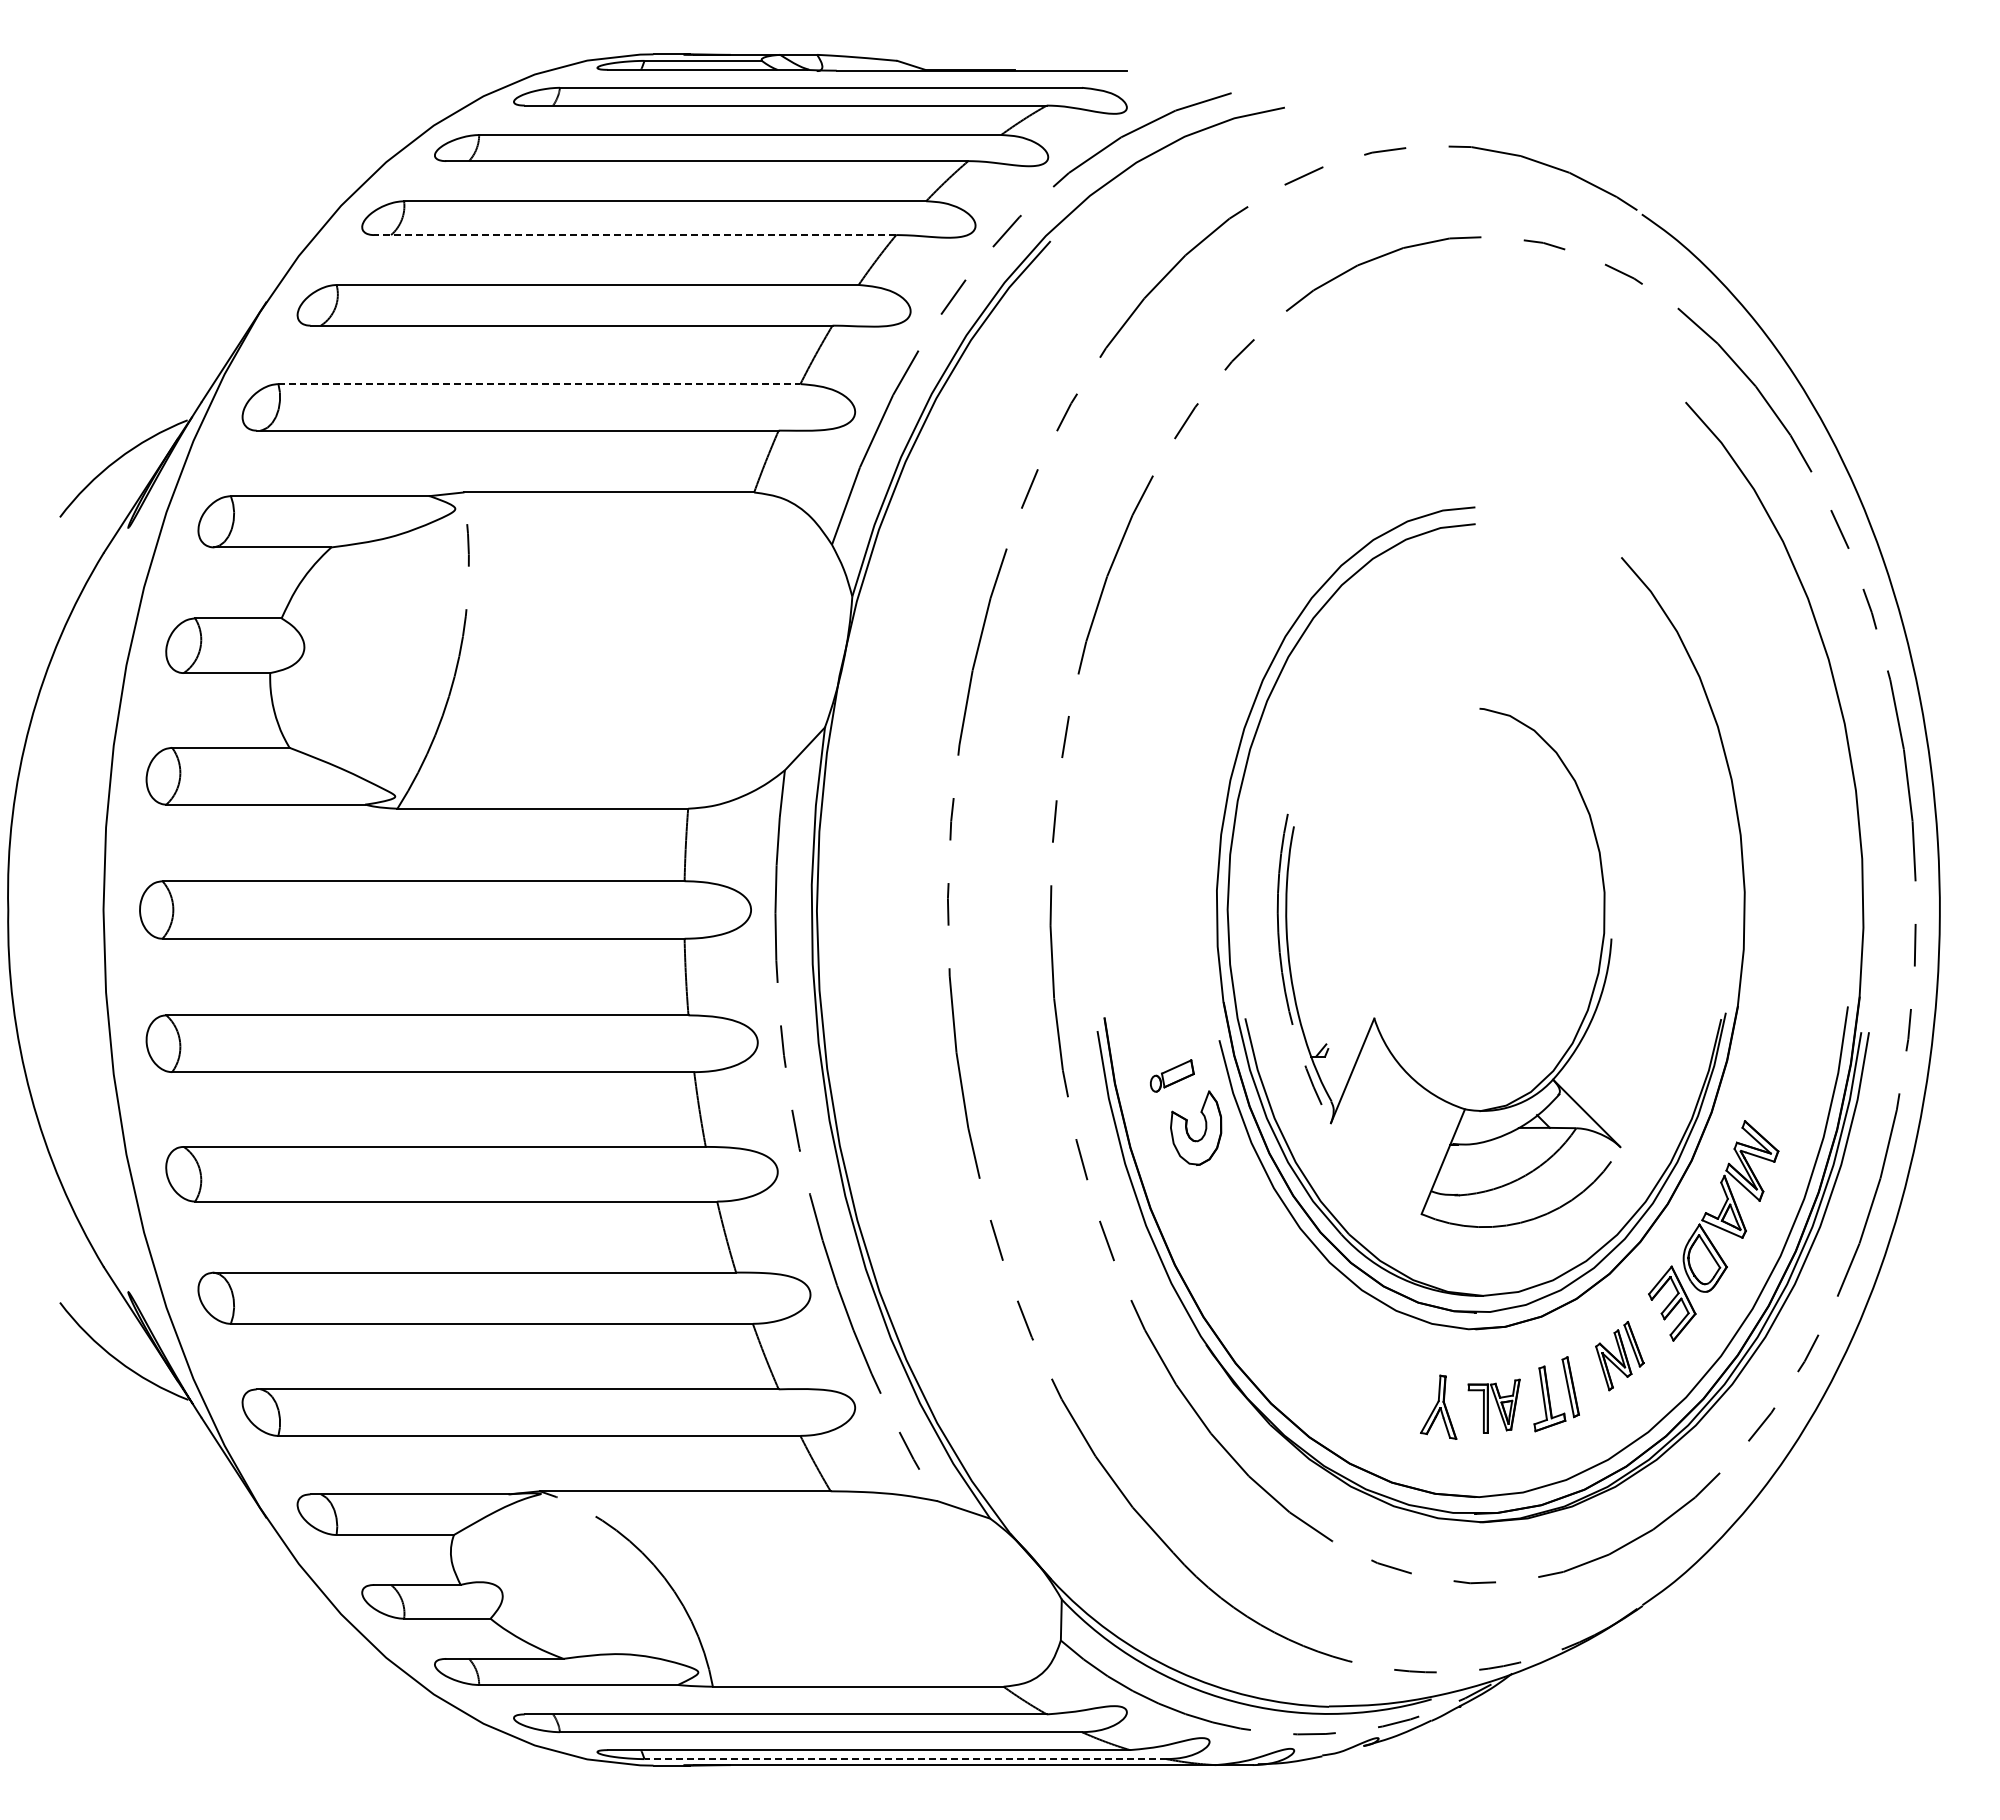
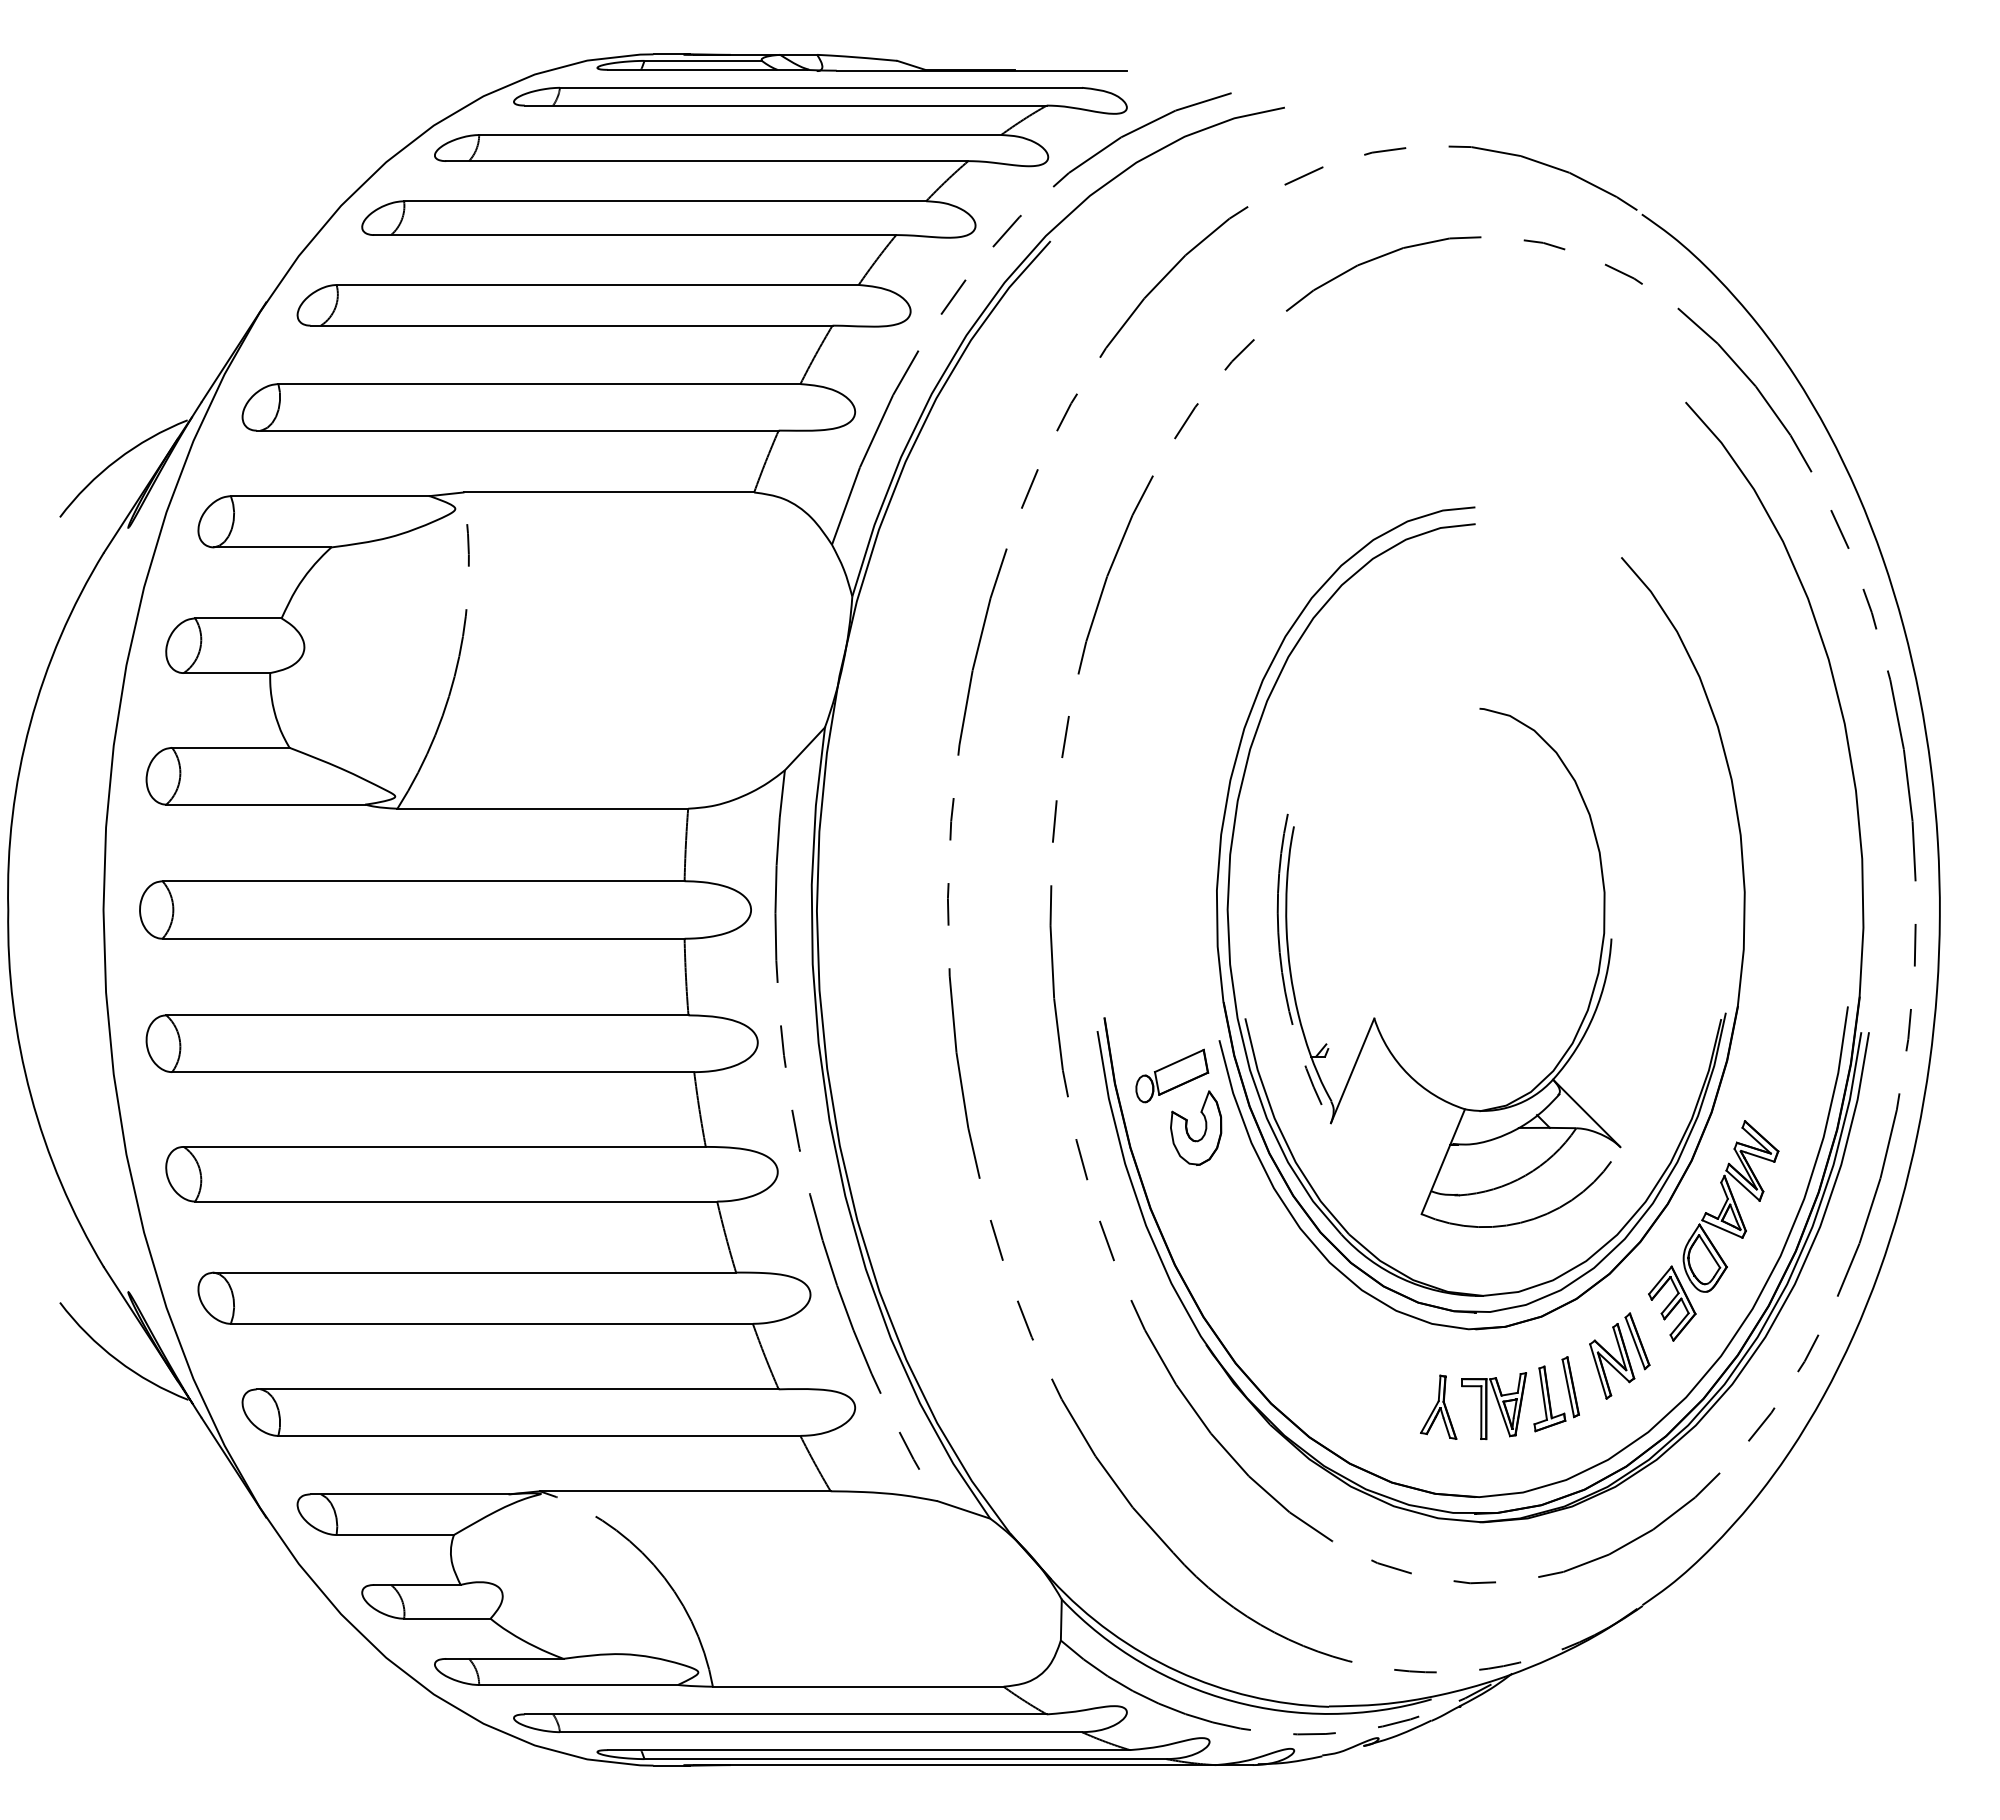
line at (634, 235): dashed -> solid
line at (539, 384): dashed -> solid
part at (1172, 1075) size: 45x34 px -> 75x56 px
part at (1619, 1356) size: 50x71 px -> 62x88 px
part at (1493, 1405) size: 54x56 px -> 66x69 px
line at (905, 1759): dashed -> solid
